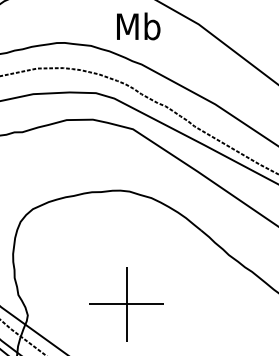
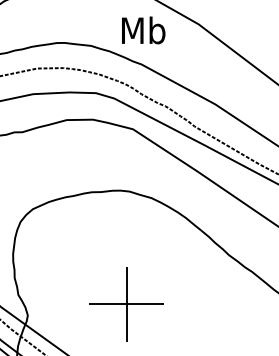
text at (138, 26) position: (138, 26) -> (143, 30)
